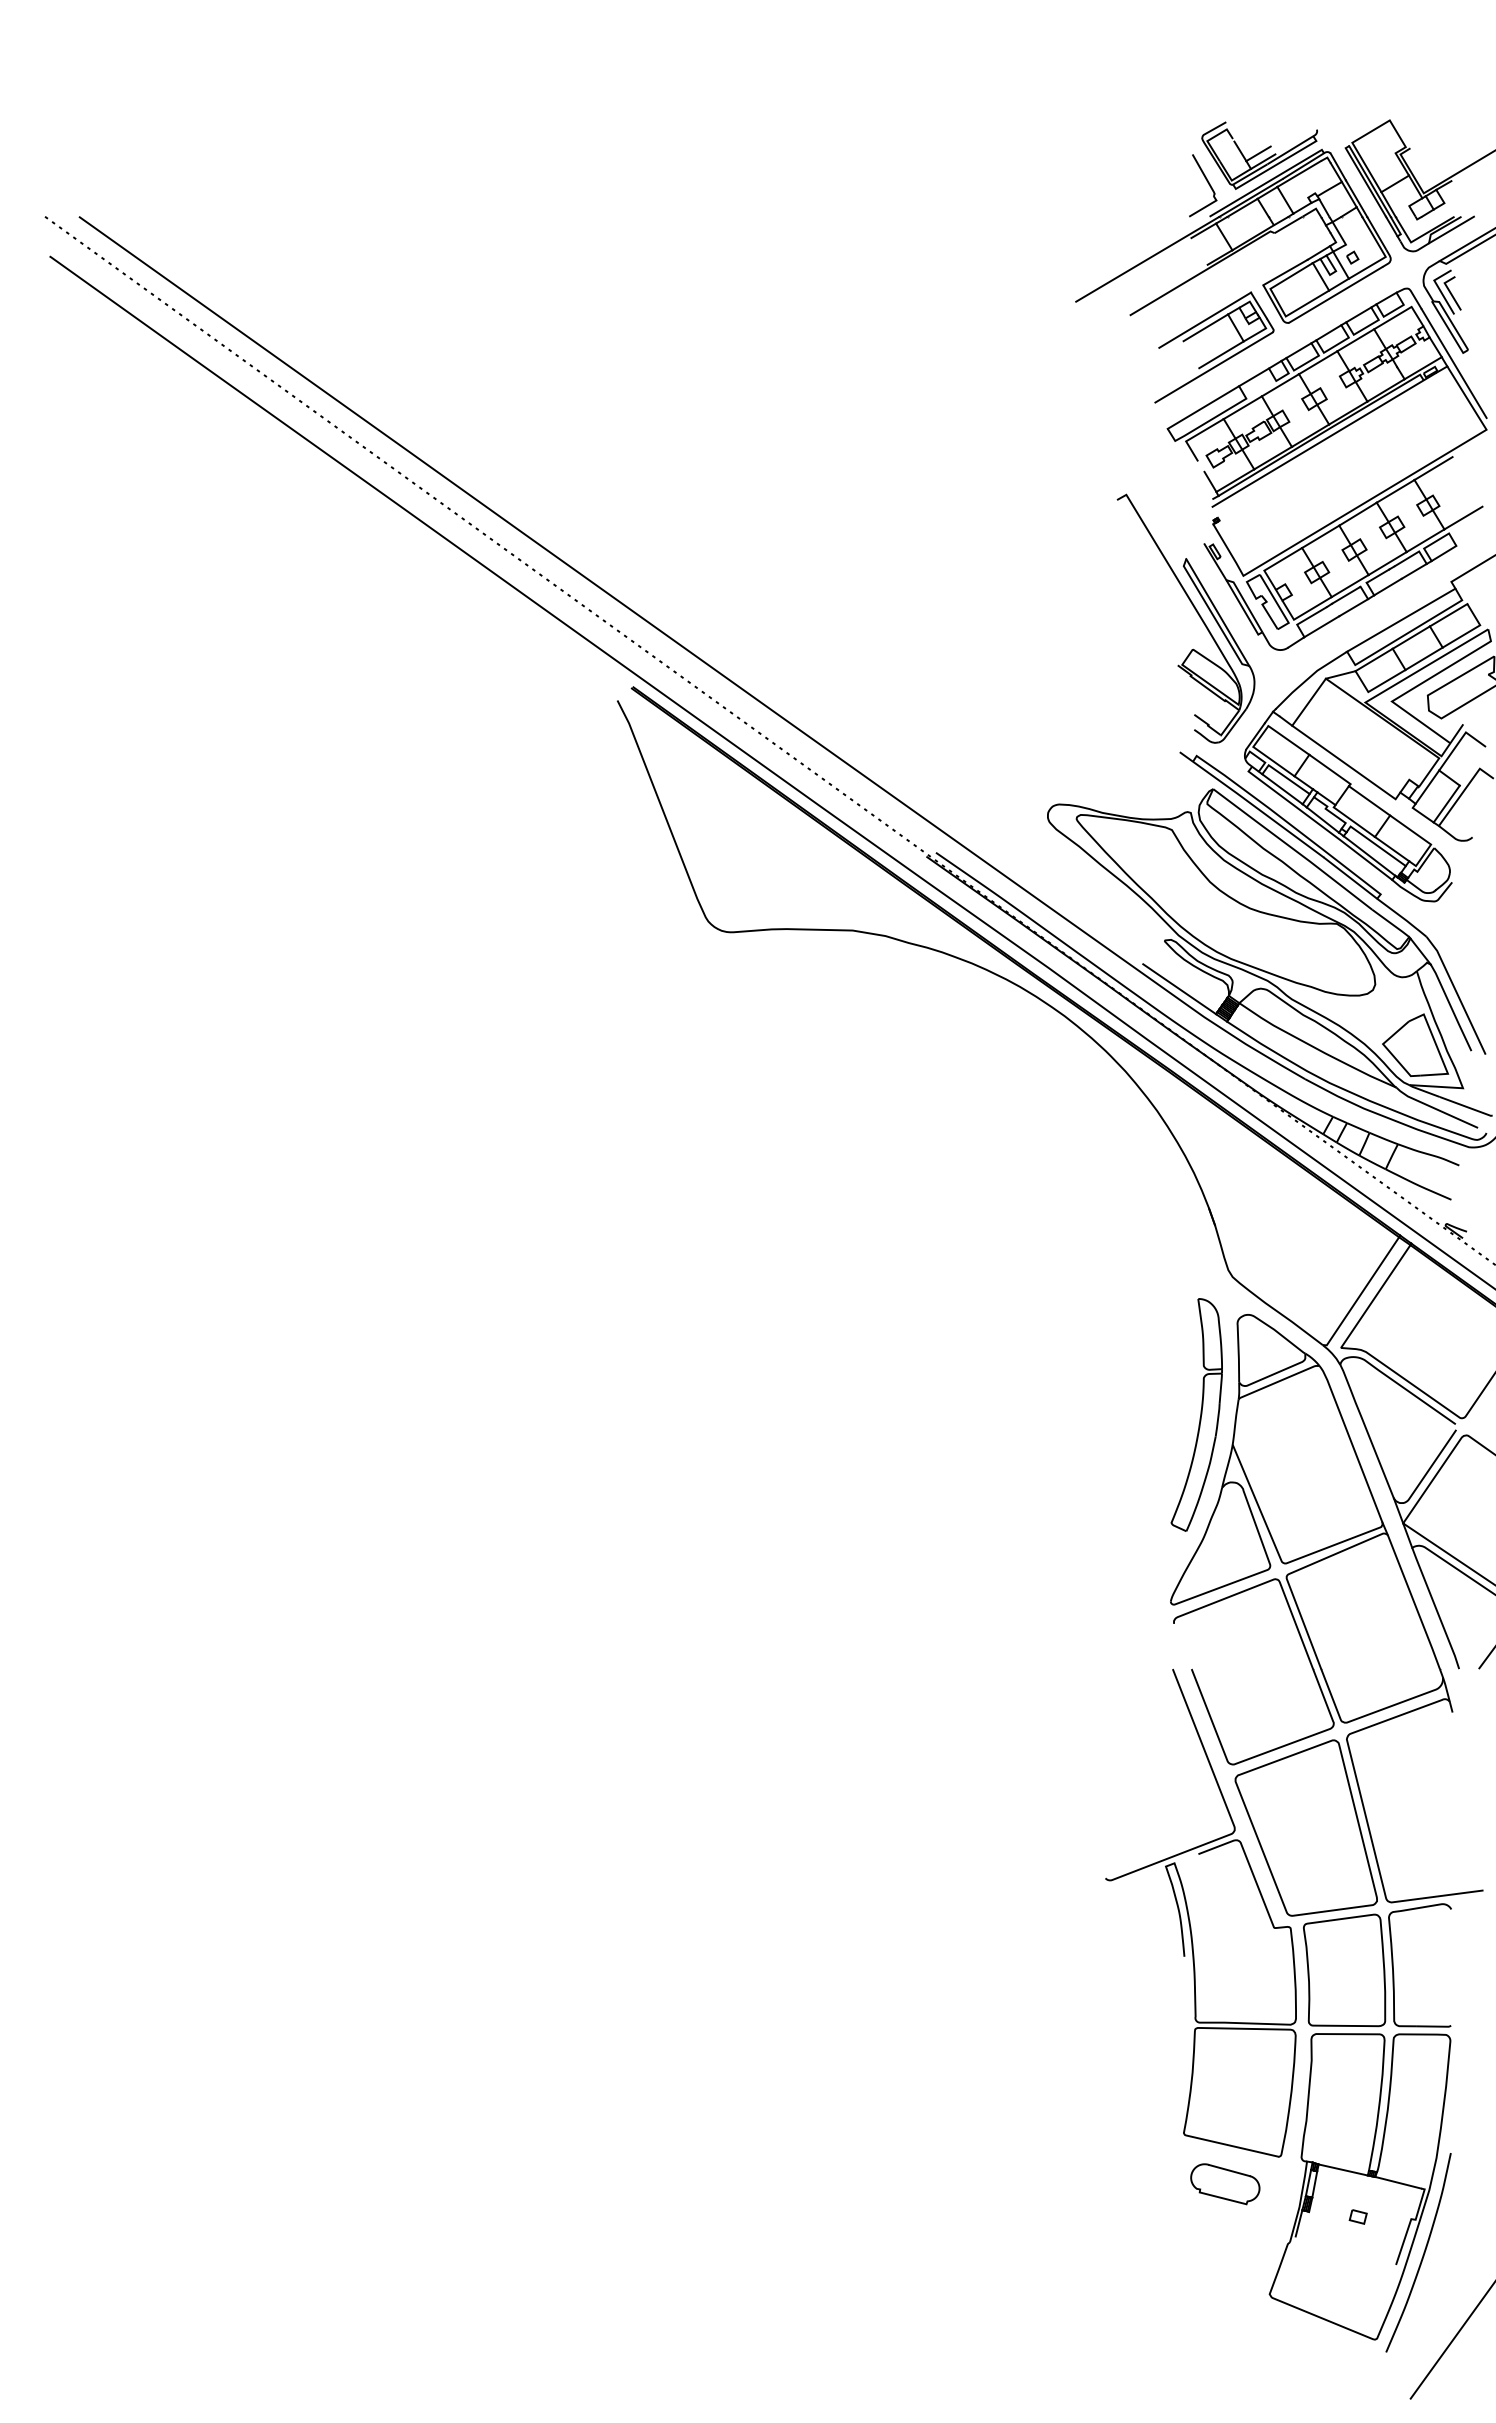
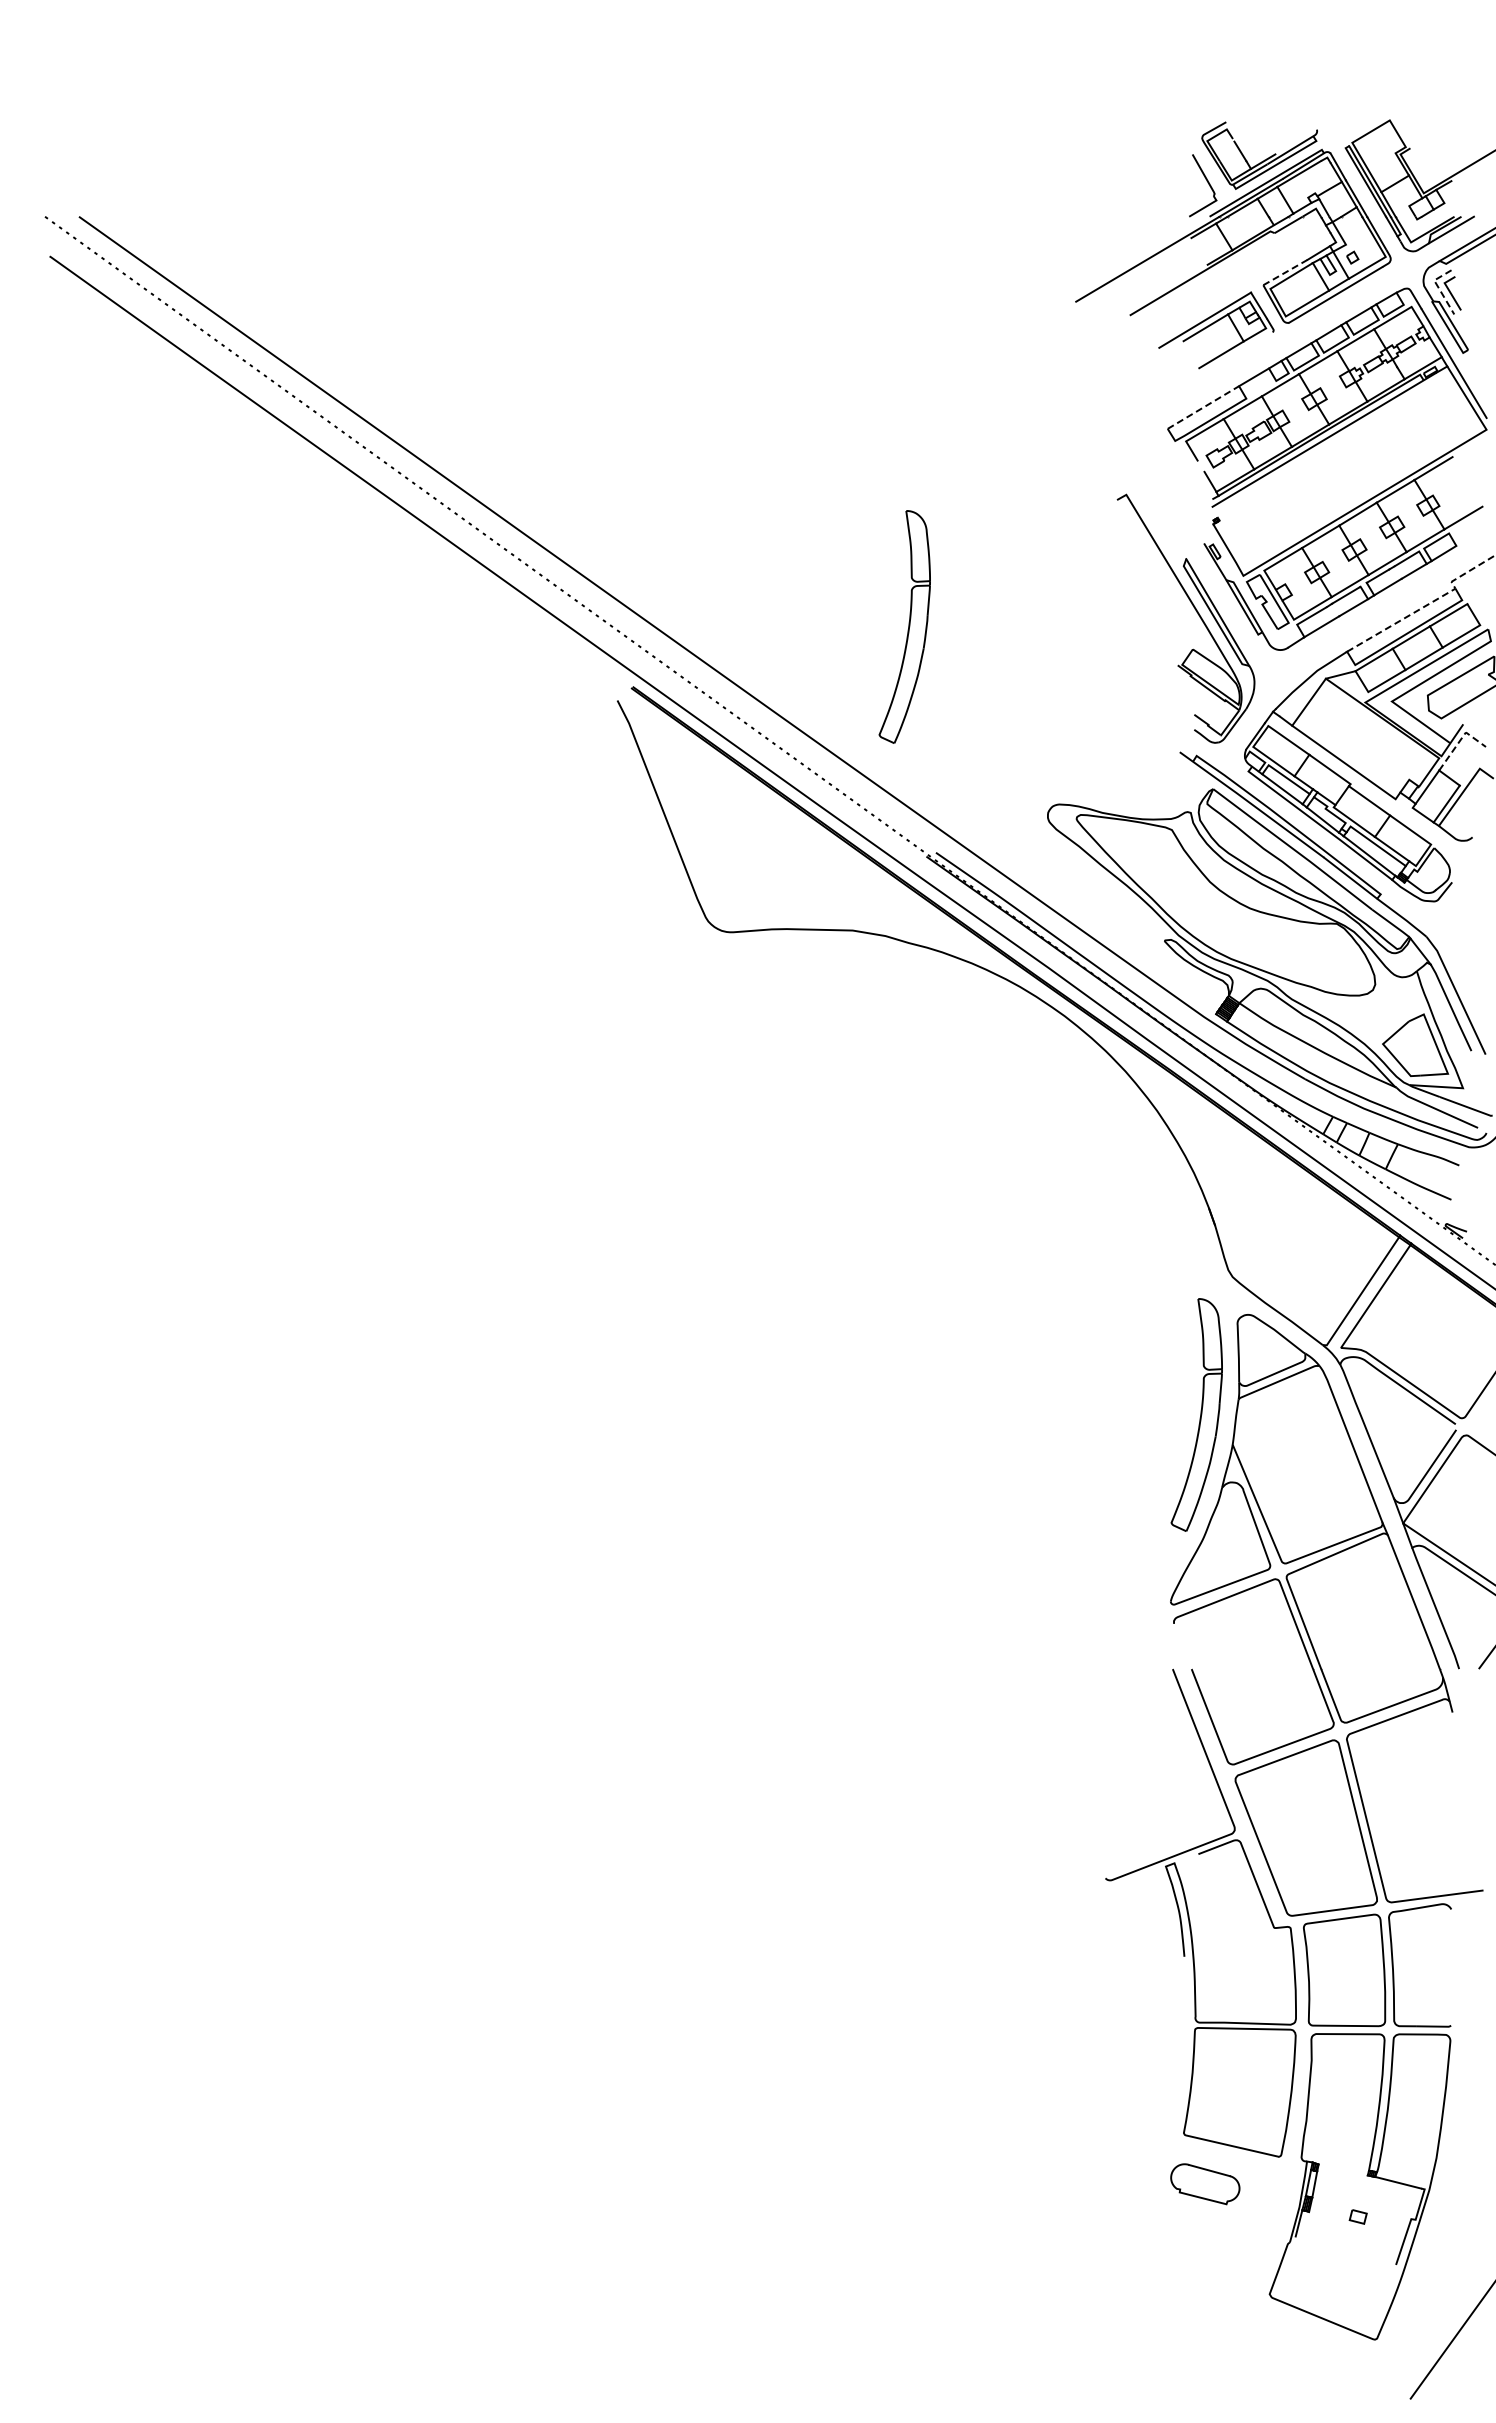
line at (1258, 153): present -> none
line at (1285, 272): solid -> dashed
line at (1438, 288): solid -> dashed
line at (1213, 367): present -> none
line at (1203, 407): solid -> dashed
line at (1427, 604): solid -> dashed
part at (904, 626): none -> present
line at (1460, 740): solid -> dashed
line at (1179, 989): present -> none
line at (1342, 2169): present -> none
part at (1225, 2184) position: (1225, 2184) -> (1205, 2184)
curve at (1423, 2252): present -> none
